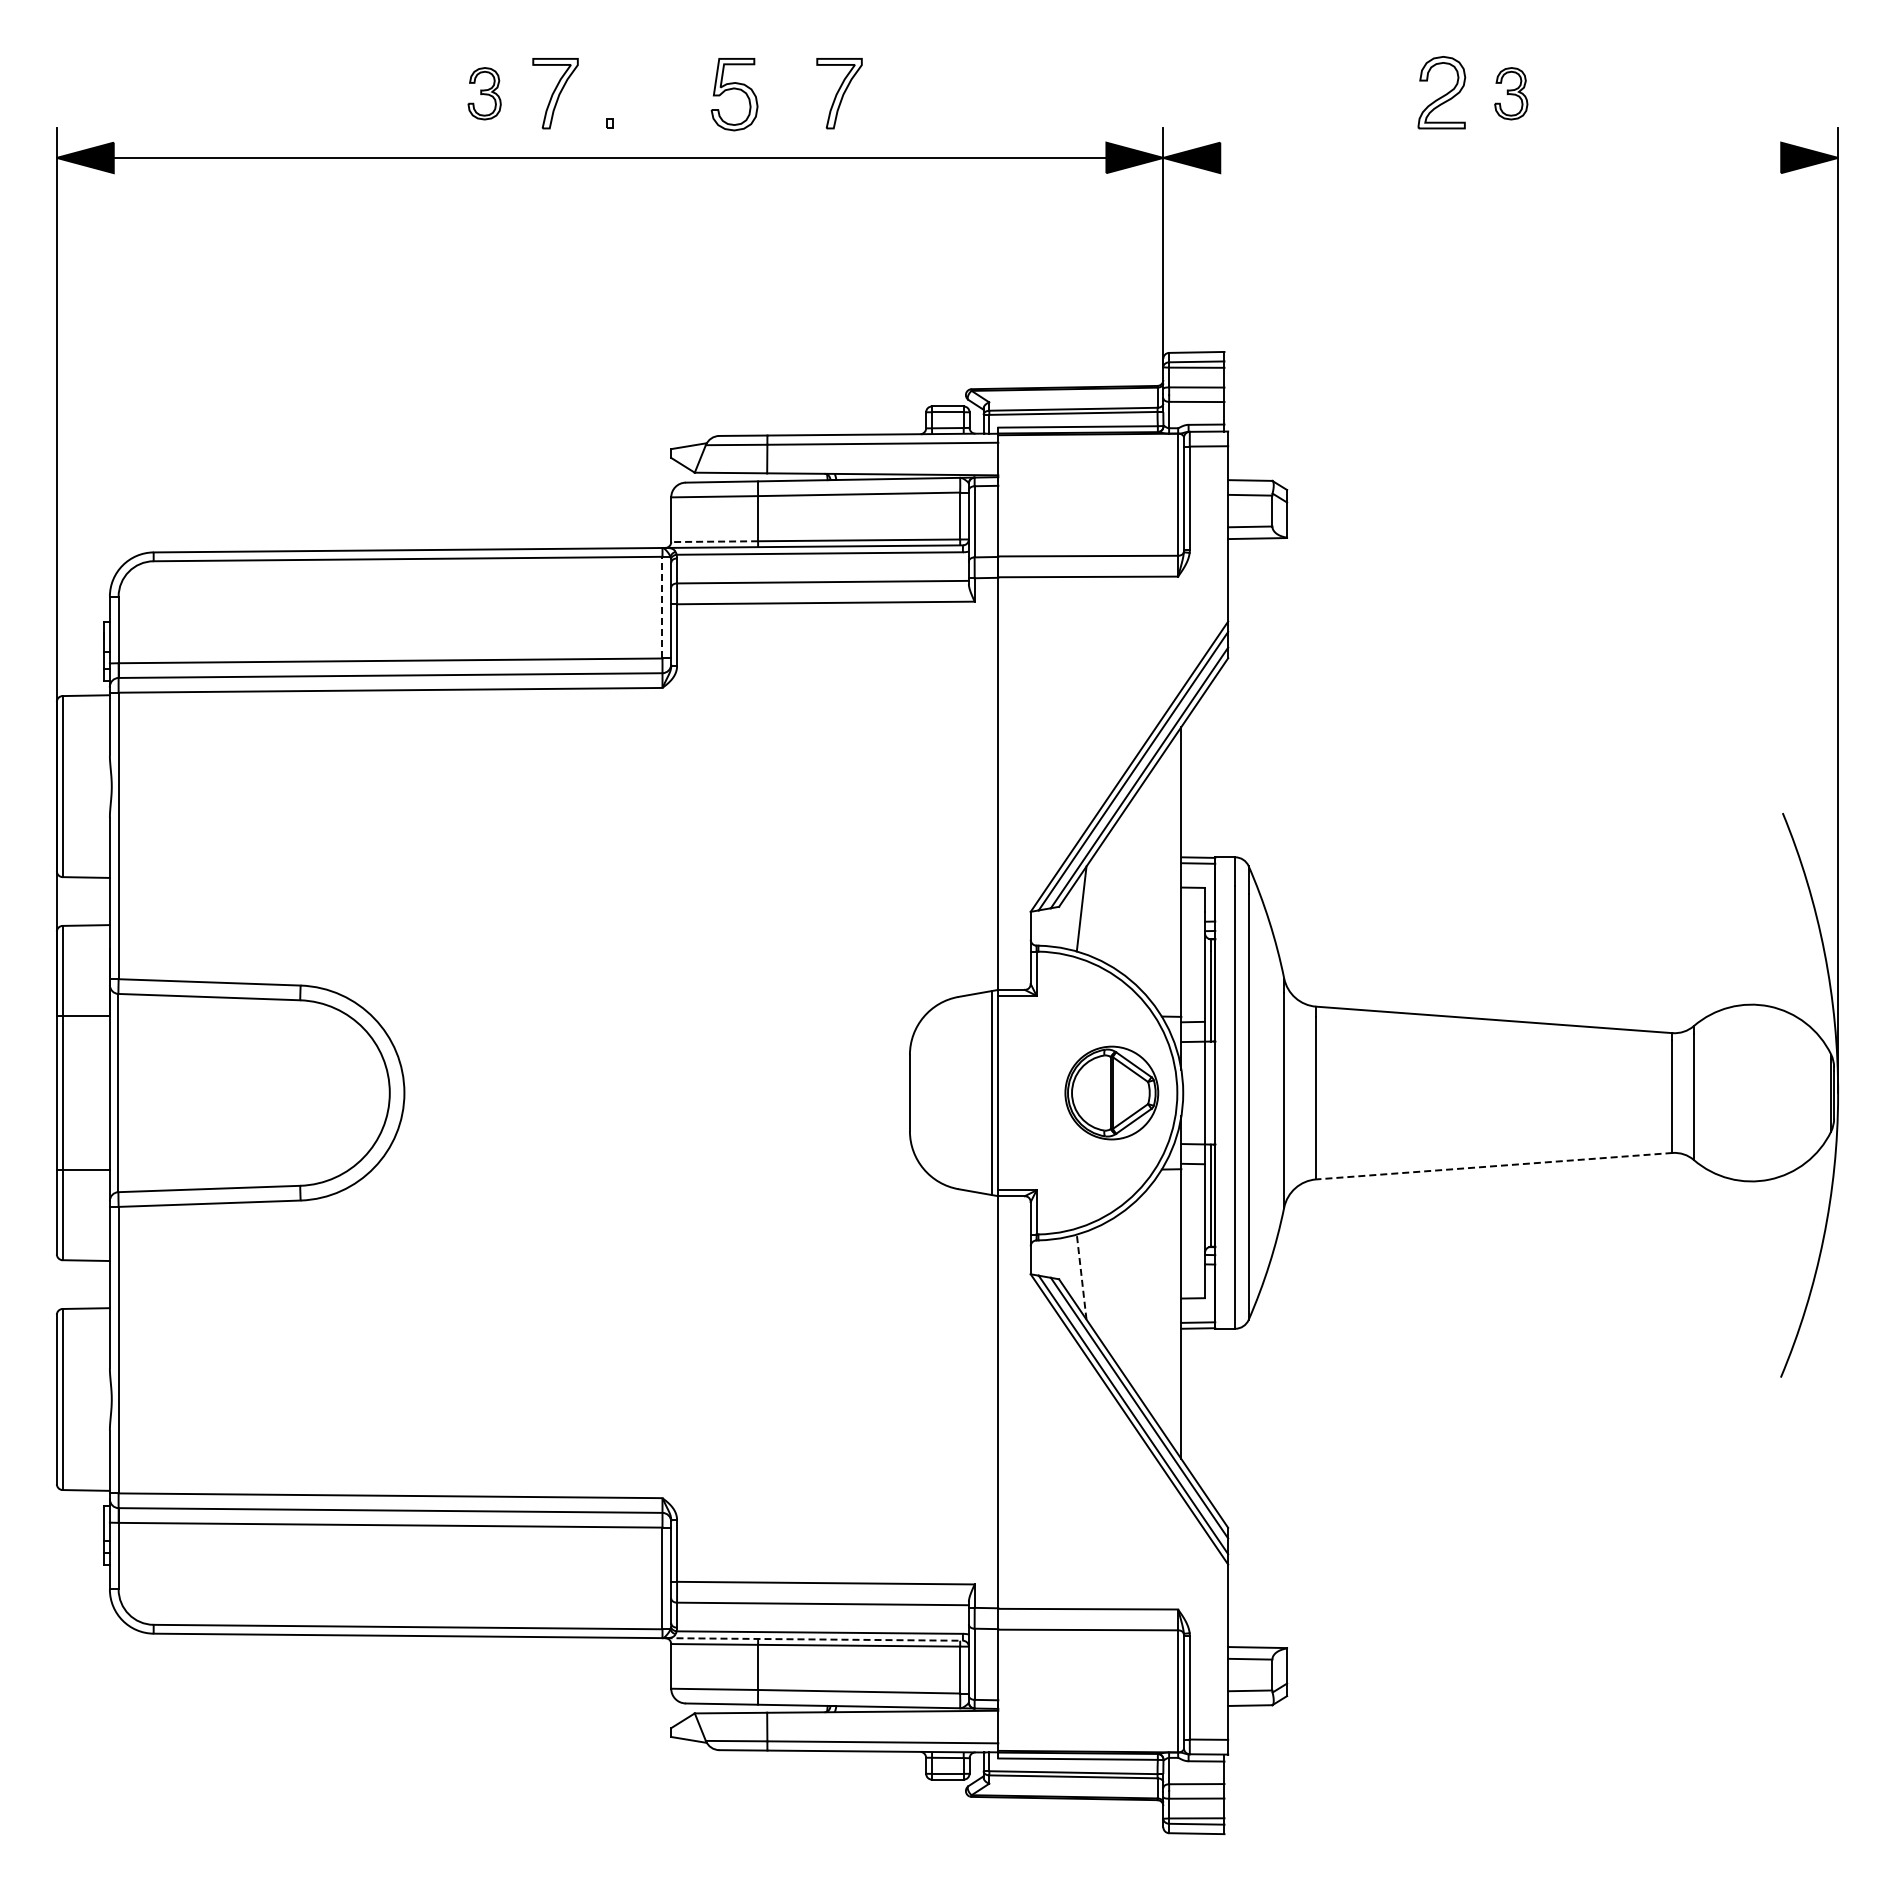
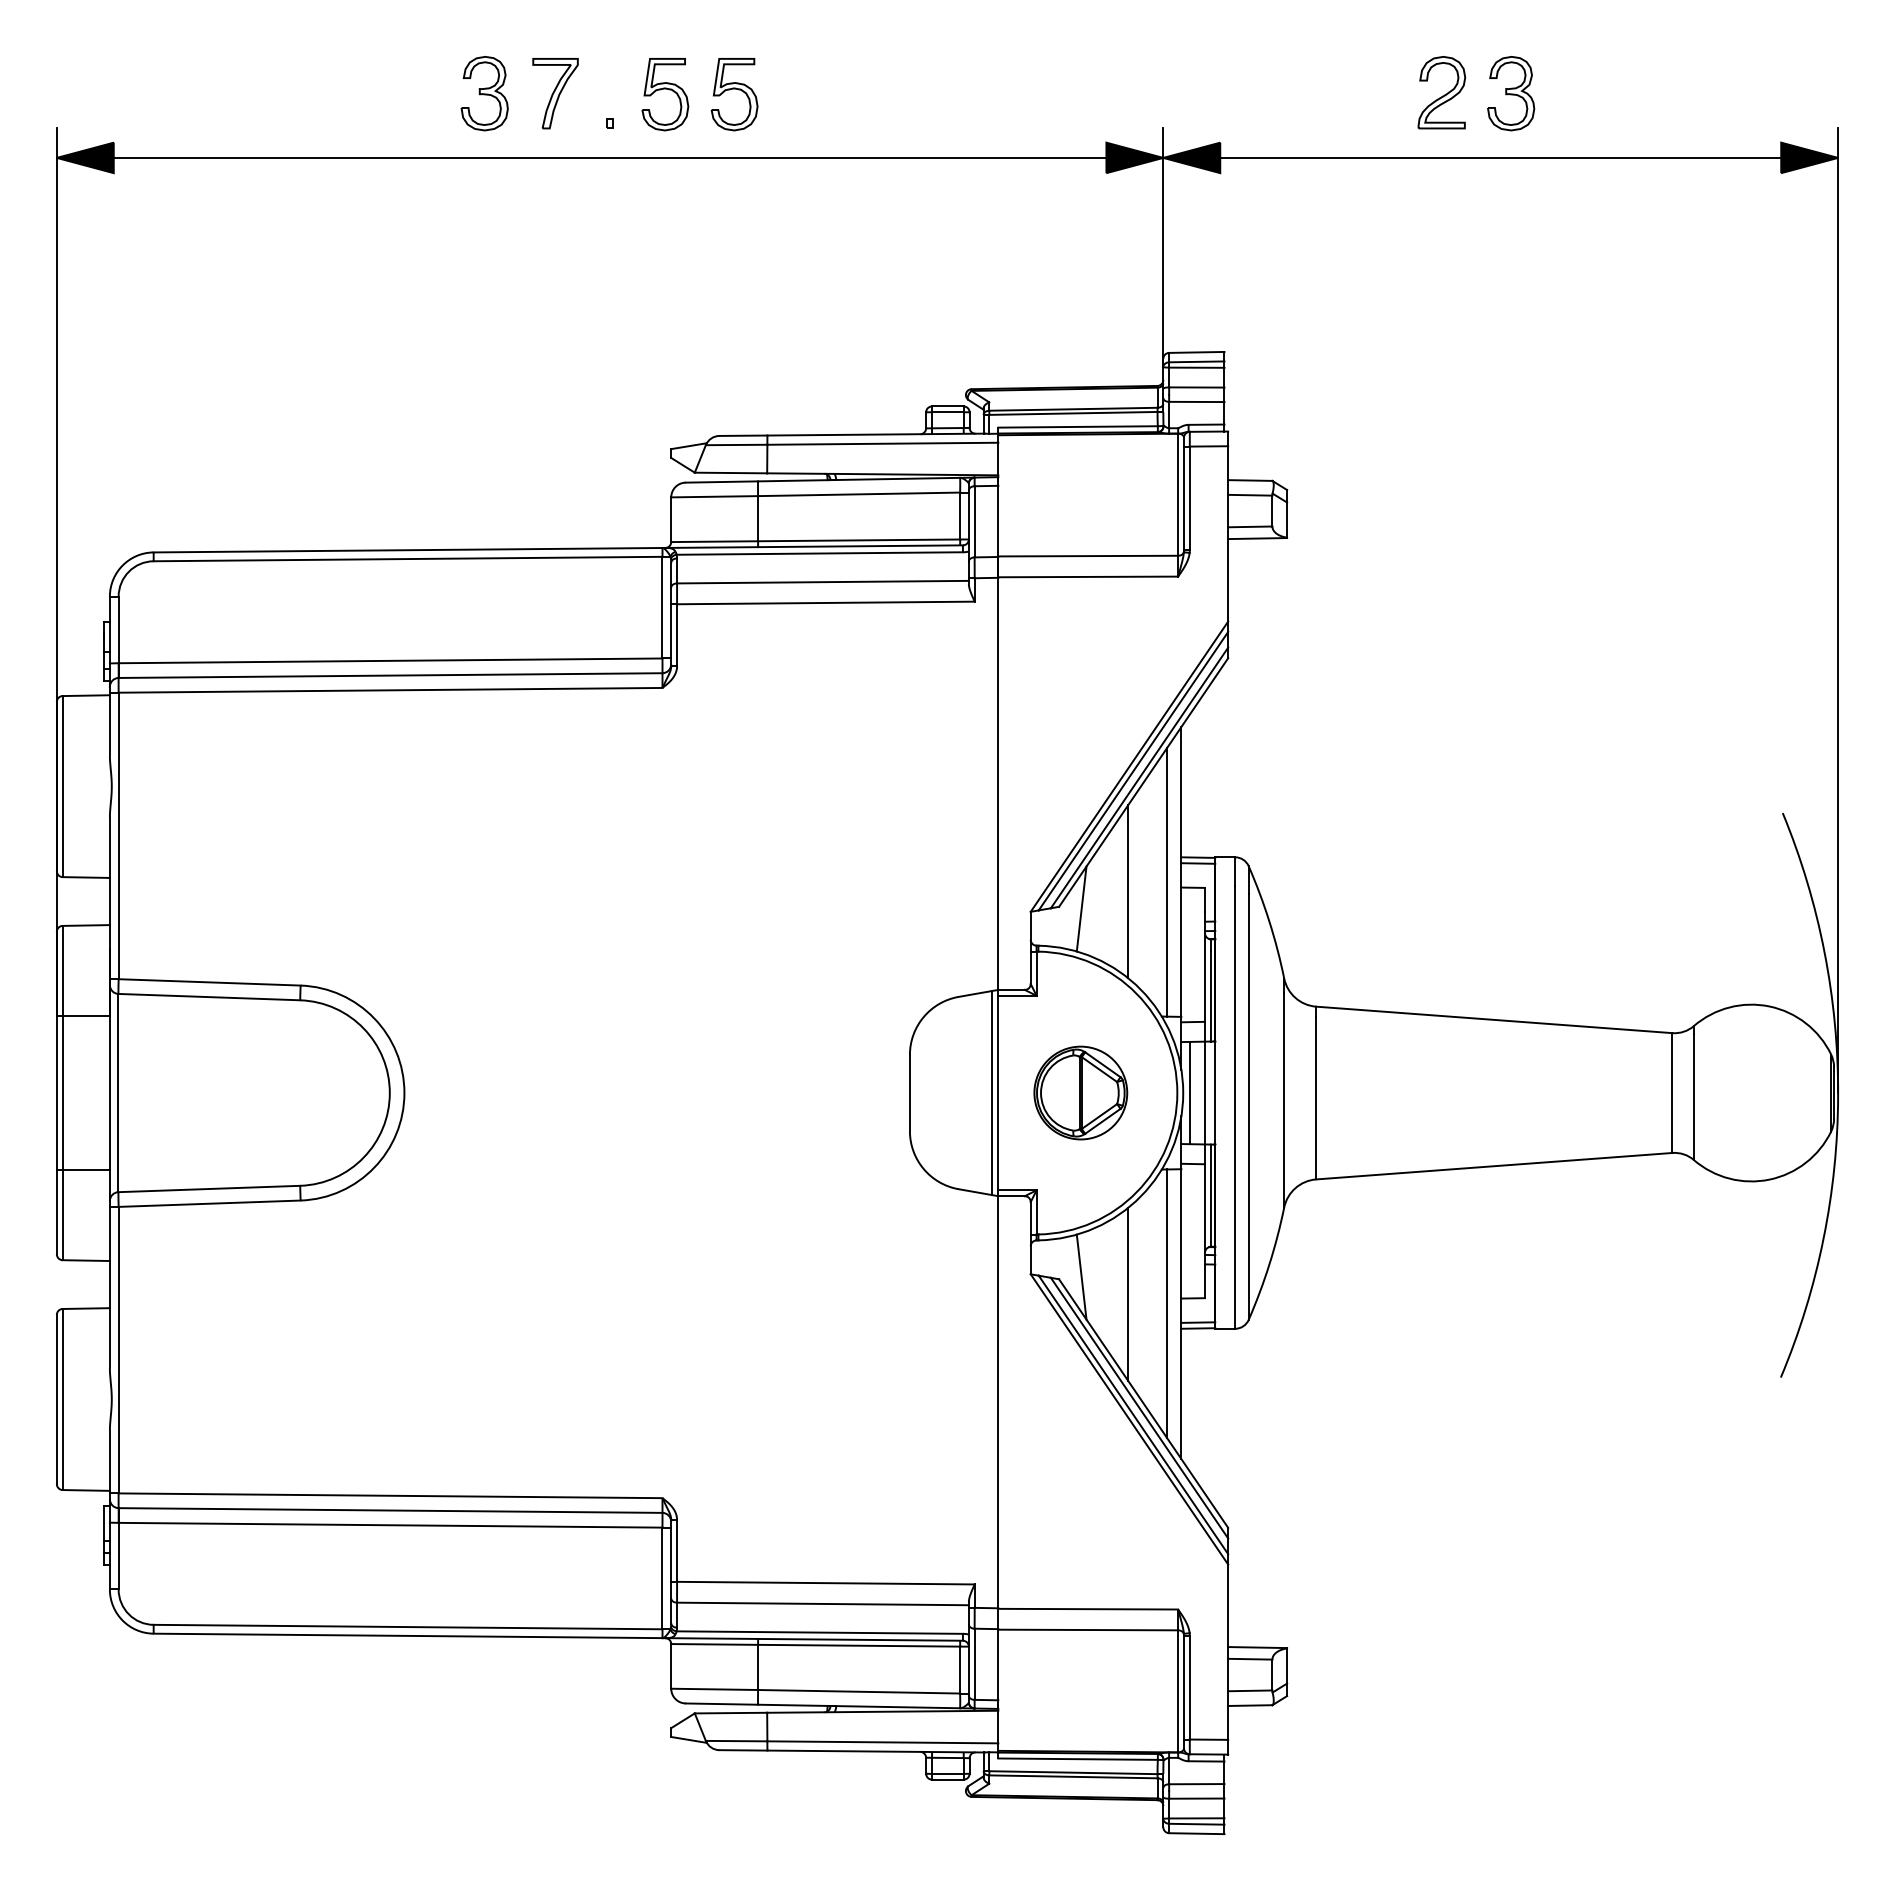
part at (484, 93) size: 35x54 px -> 49x76 px
part at (839, 93): present -> none
part at (1511, 93) size: 35x54 px -> 49x76 px
part at (665, 94): none -> present
line at (1500, 157): none -> present
line at (714, 541): dashed -> solid
line at (662, 607): dashed -> solid
line at (1166, 882): none -> present
line at (1128, 891): none -> present
part at (1111, 1092) position: (1111, 1092) -> (1080, 1092)
line at (1190, 1092): none -> present
line at (1494, 1166): dashed -> solid
line at (1081, 1277): dashed -> solid
line at (1128, 1294): none -> present
line at (1166, 1303): none -> present
line at (814, 1639): dashed -> solid
